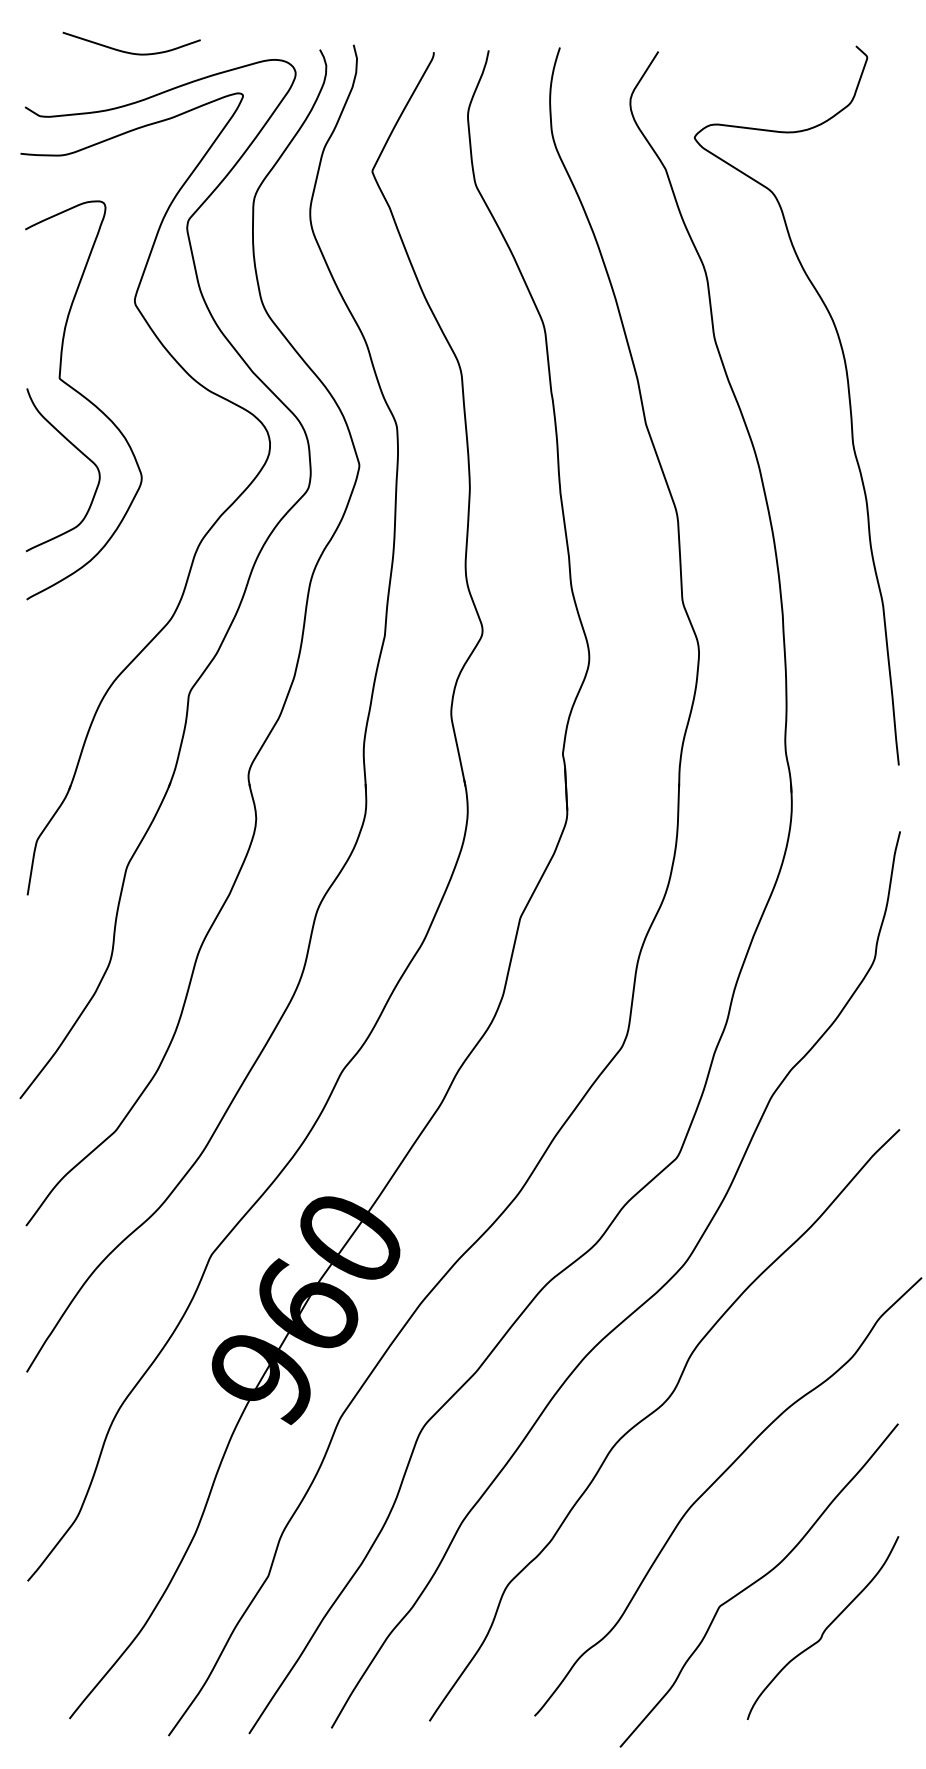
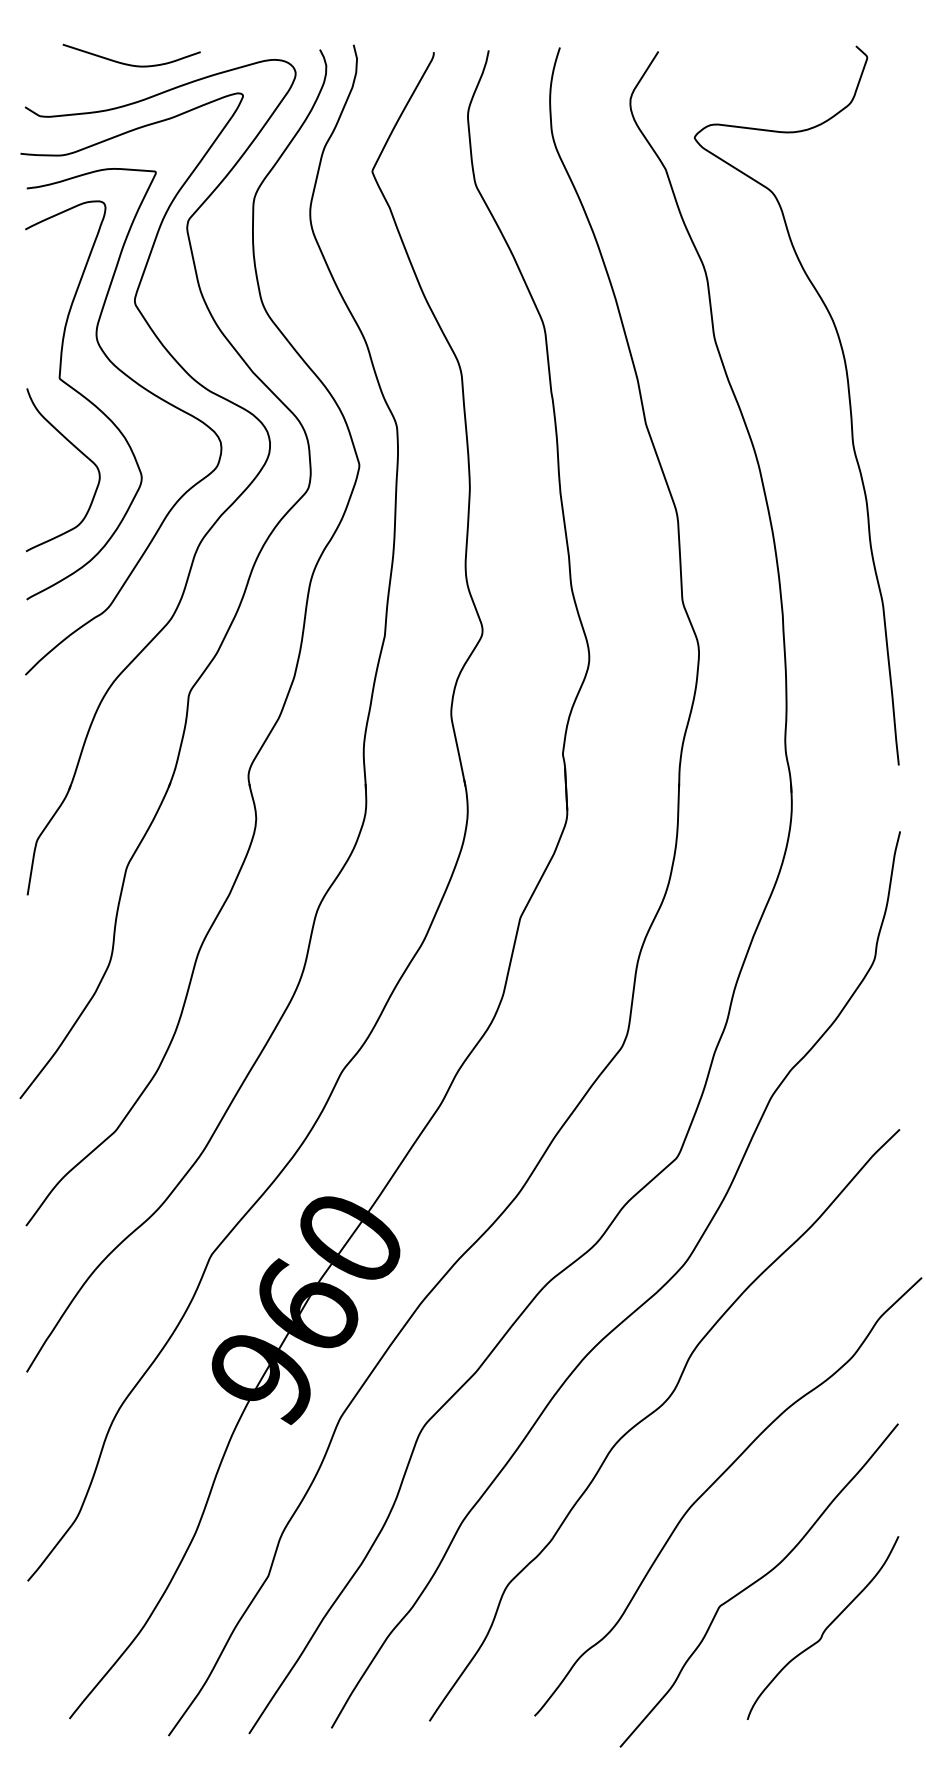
curve at (127, 51) position: (127, 51) -> (127, 63)
curve at (145, 390): none -> present
